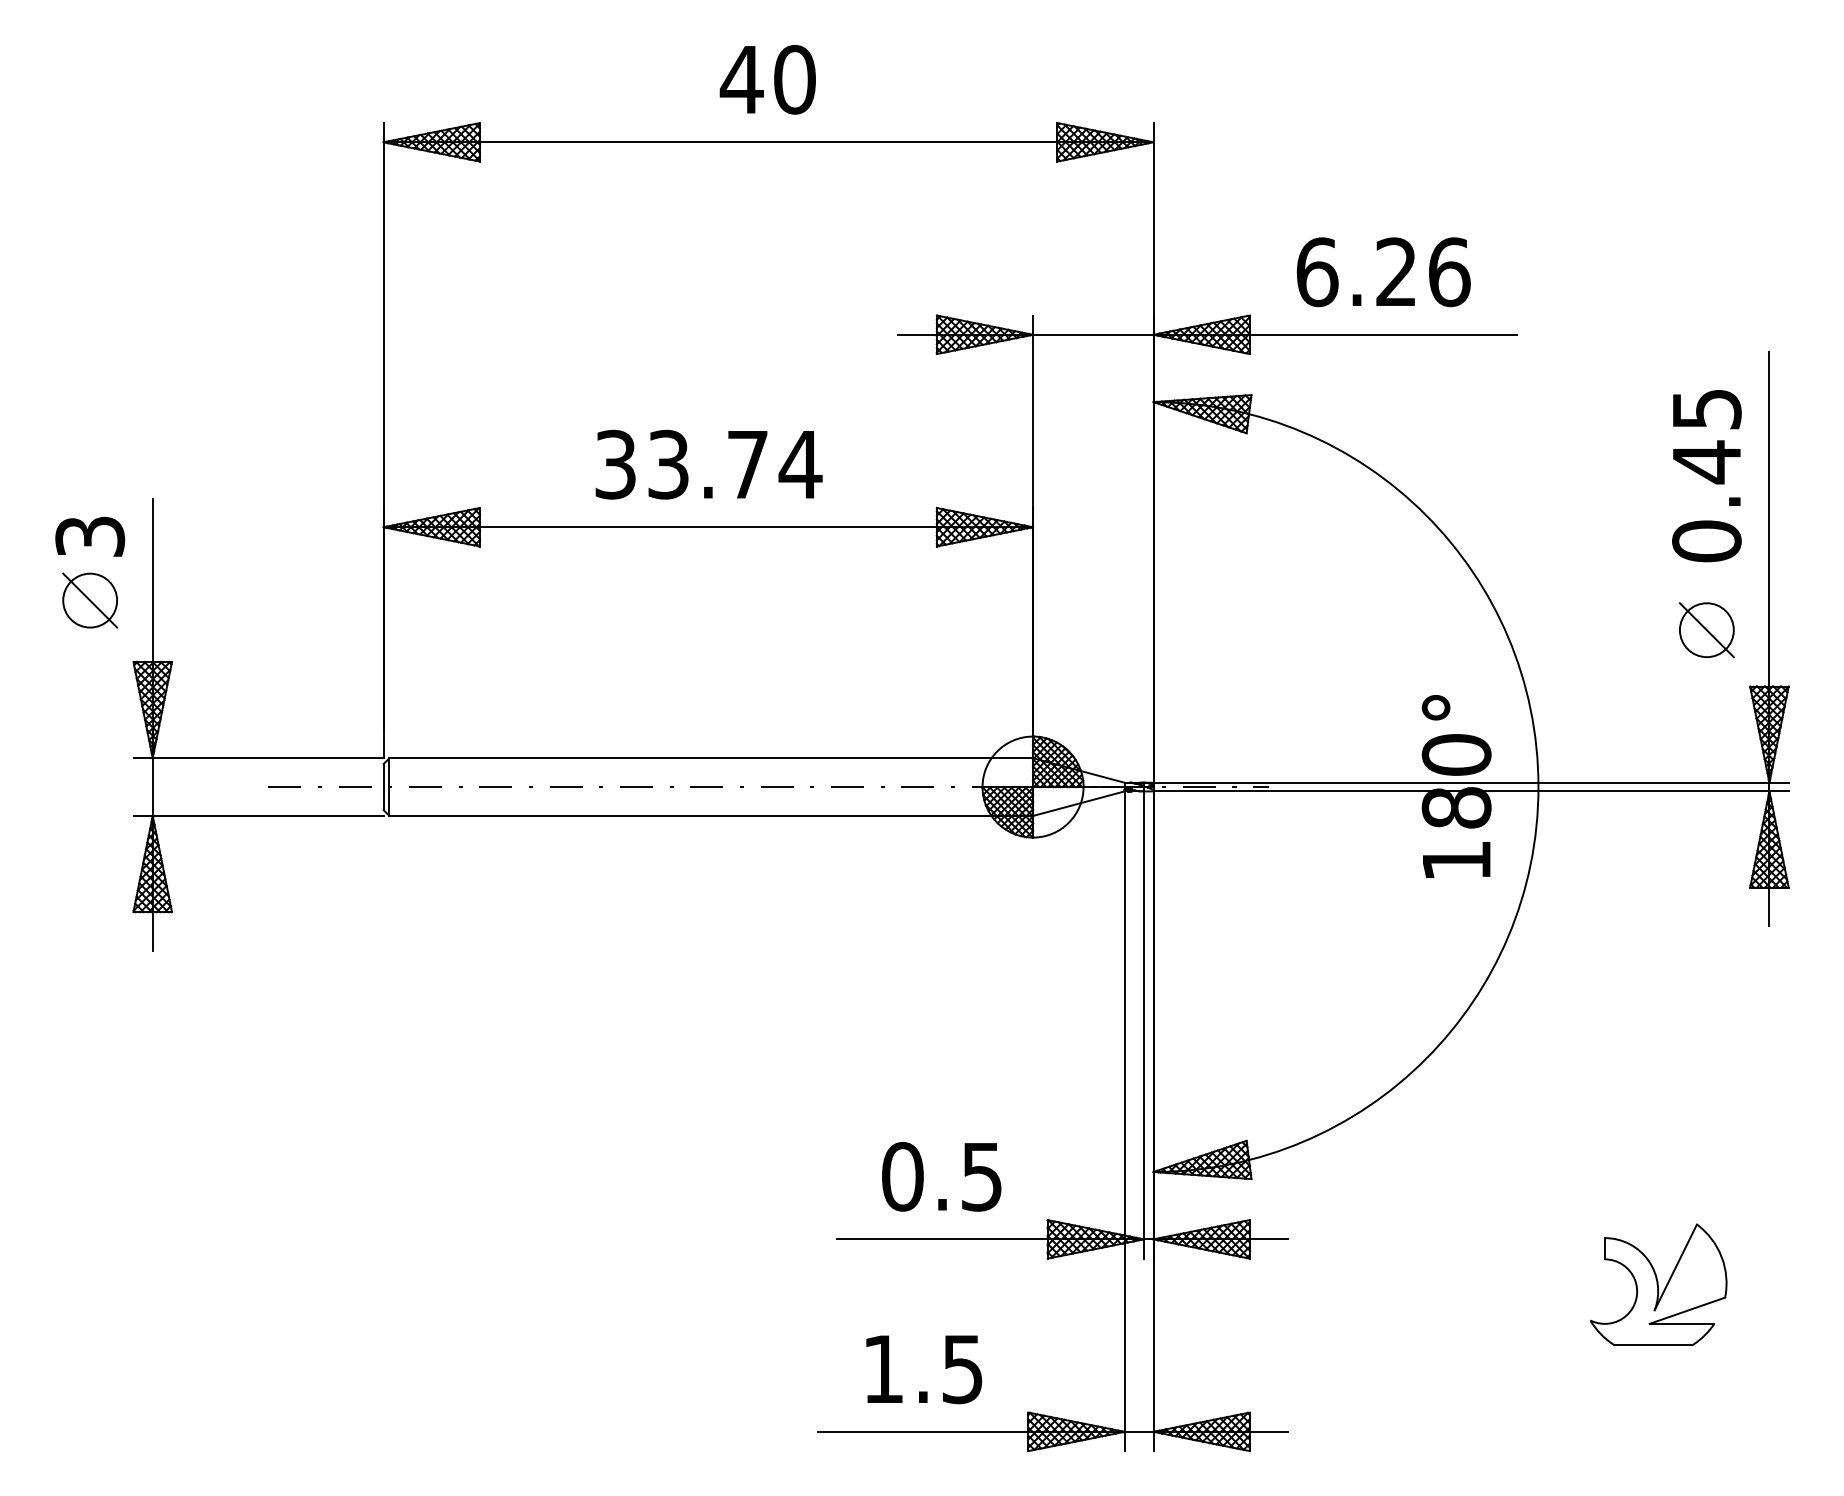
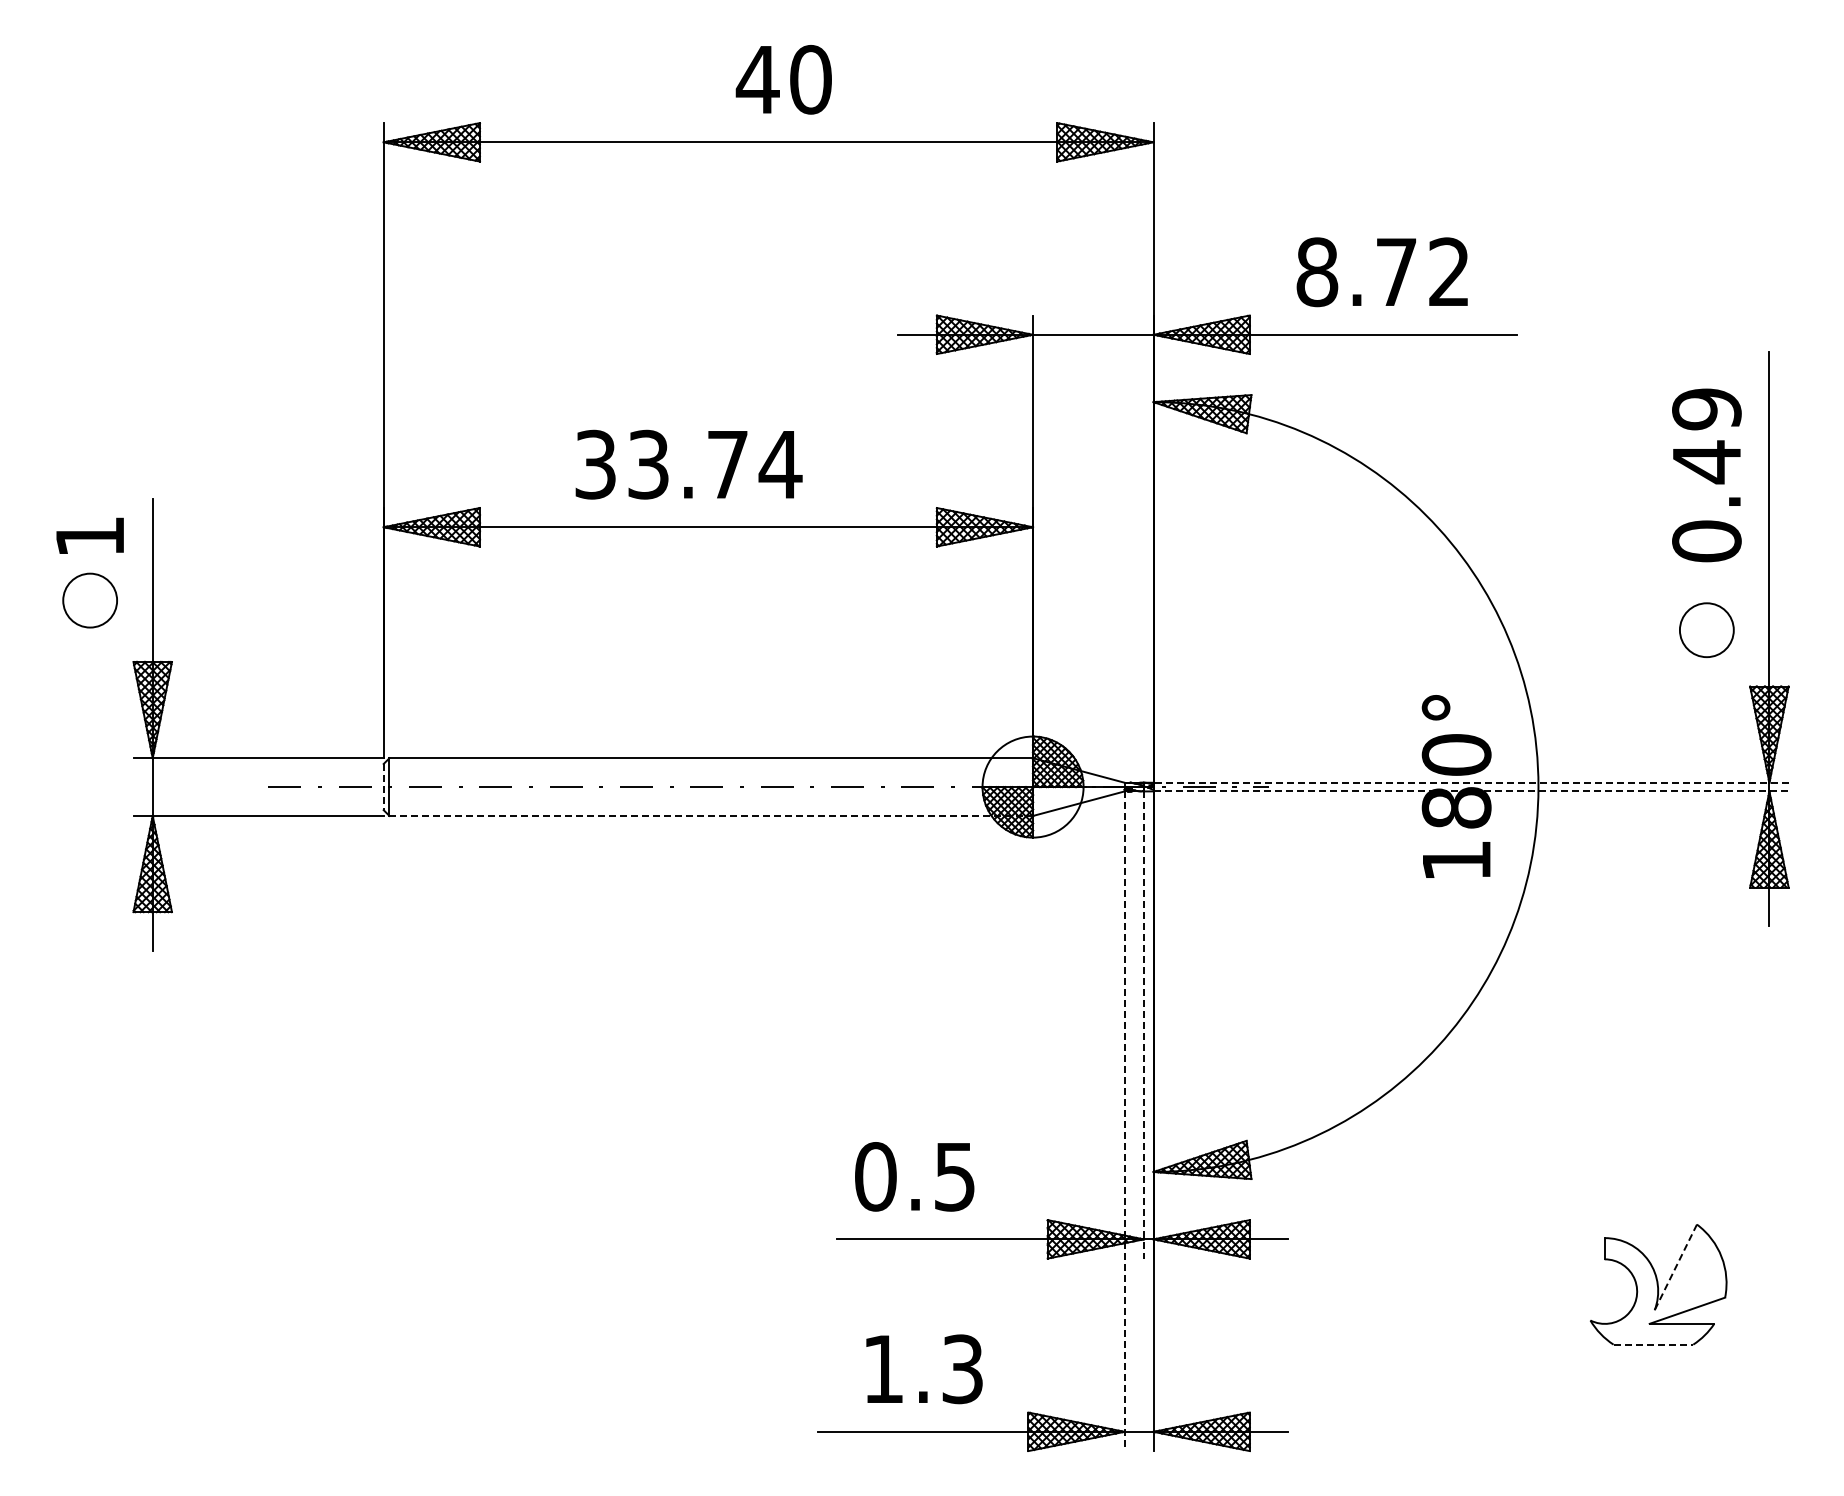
text at (767, 79) position: (767, 79) -> (783, 79)
text at (1383, 272): 6.26 -> 8.72
text at (1706, 409): 0.45 -> 0.49
text at (708, 464) position: (708, 464) -> (688, 464)
text at (90, 536): 3 -> 1
line at (90, 600): present -> none
line at (1706, 630): present -> none
line at (1471, 782): solid -> dashed
line at (383, 787): solid -> dashed
line at (1471, 791): solid -> dashed
line at (711, 815): solid -> dashed
line at (1143, 1025): solid -> dashed
line at (1124, 1121): solid -> dashed
text at (941, 1176) position: (941, 1176) -> (914, 1176)
line at (1675, 1267): solid -> dashed
line at (1653, 1344): solid -> dashed
text at (962, 1368): 1.5 -> 1.3
